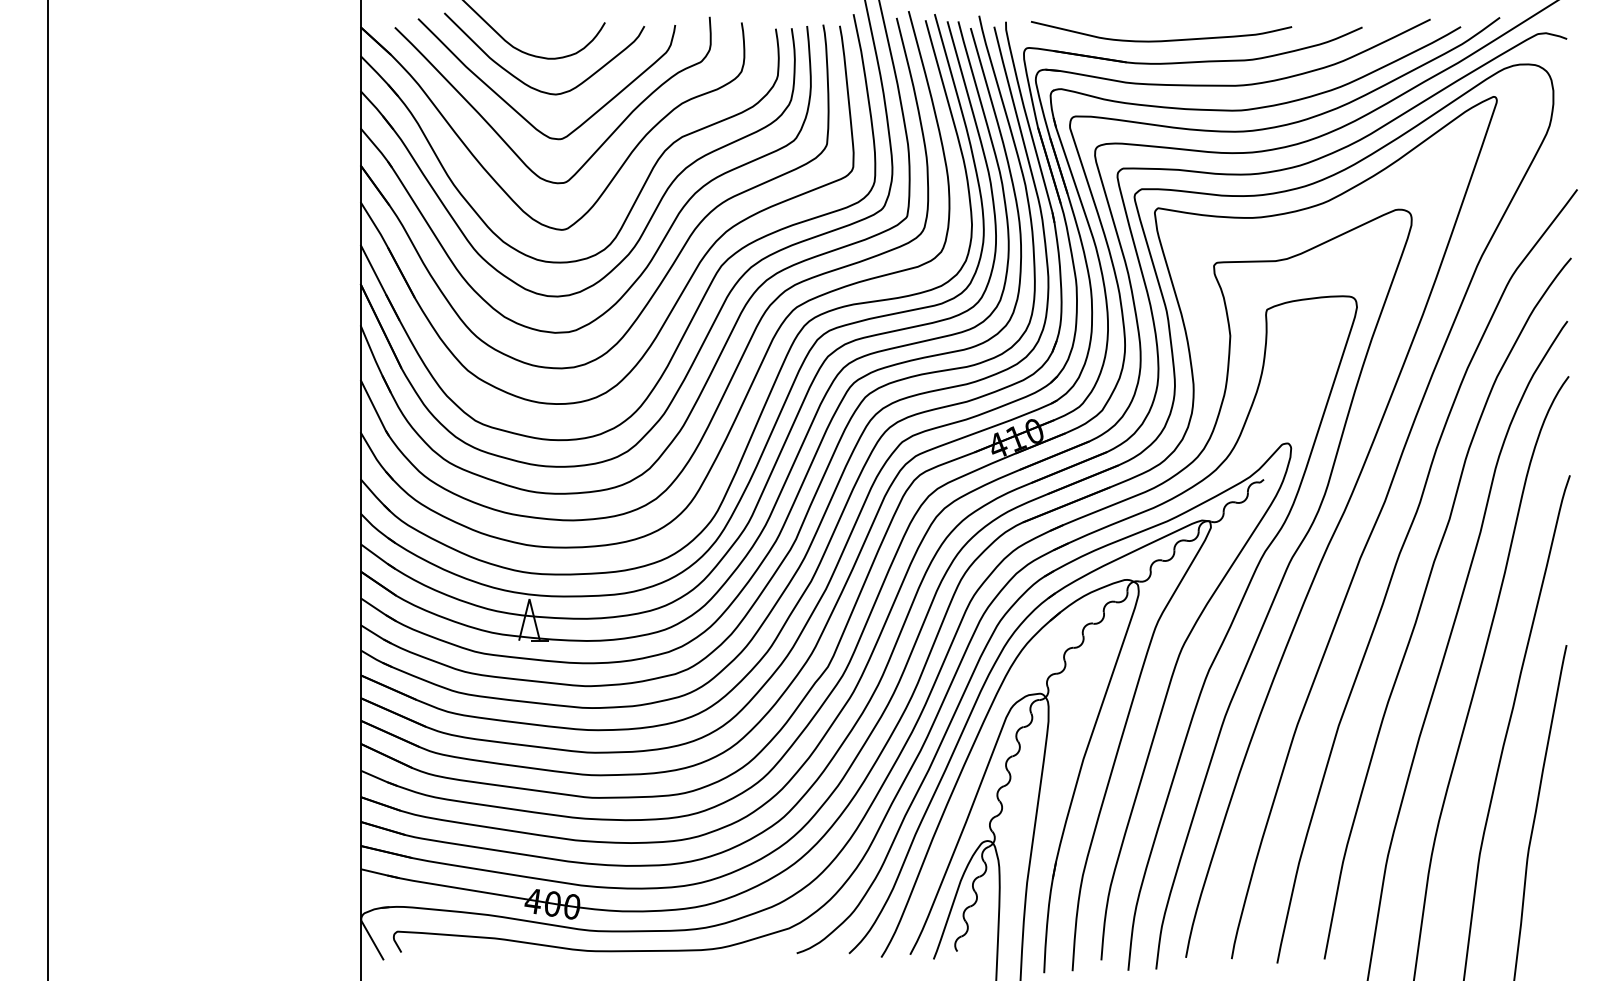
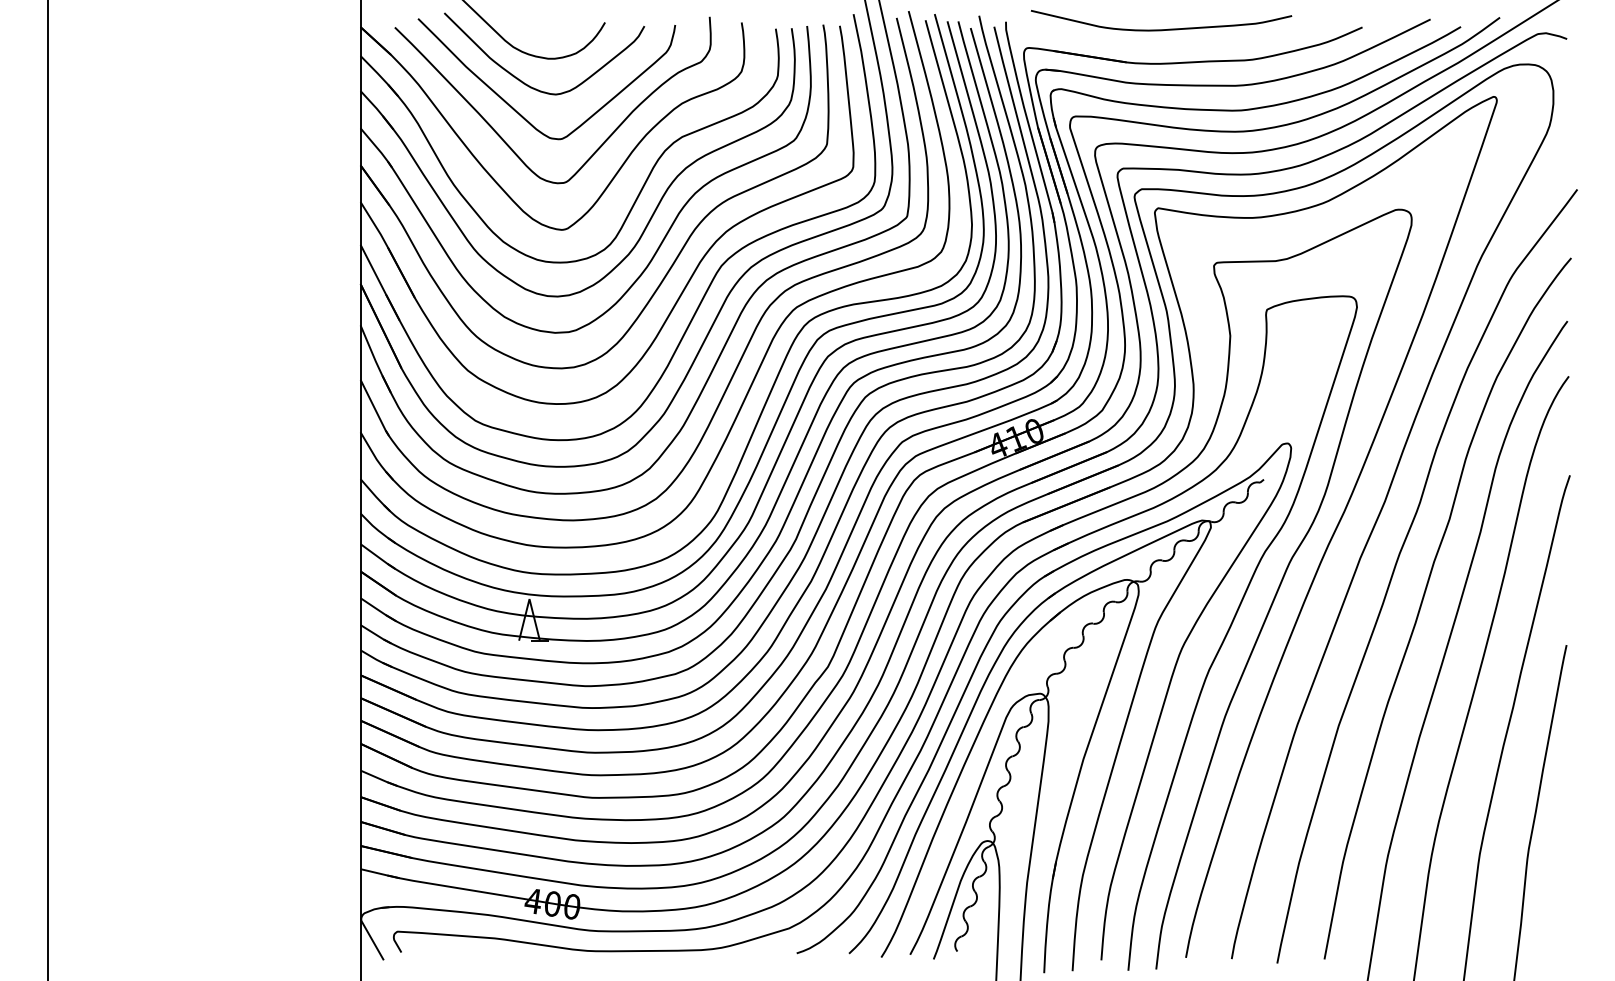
curve at (1161, 40) position: (1161, 40) -> (1161, 29)
